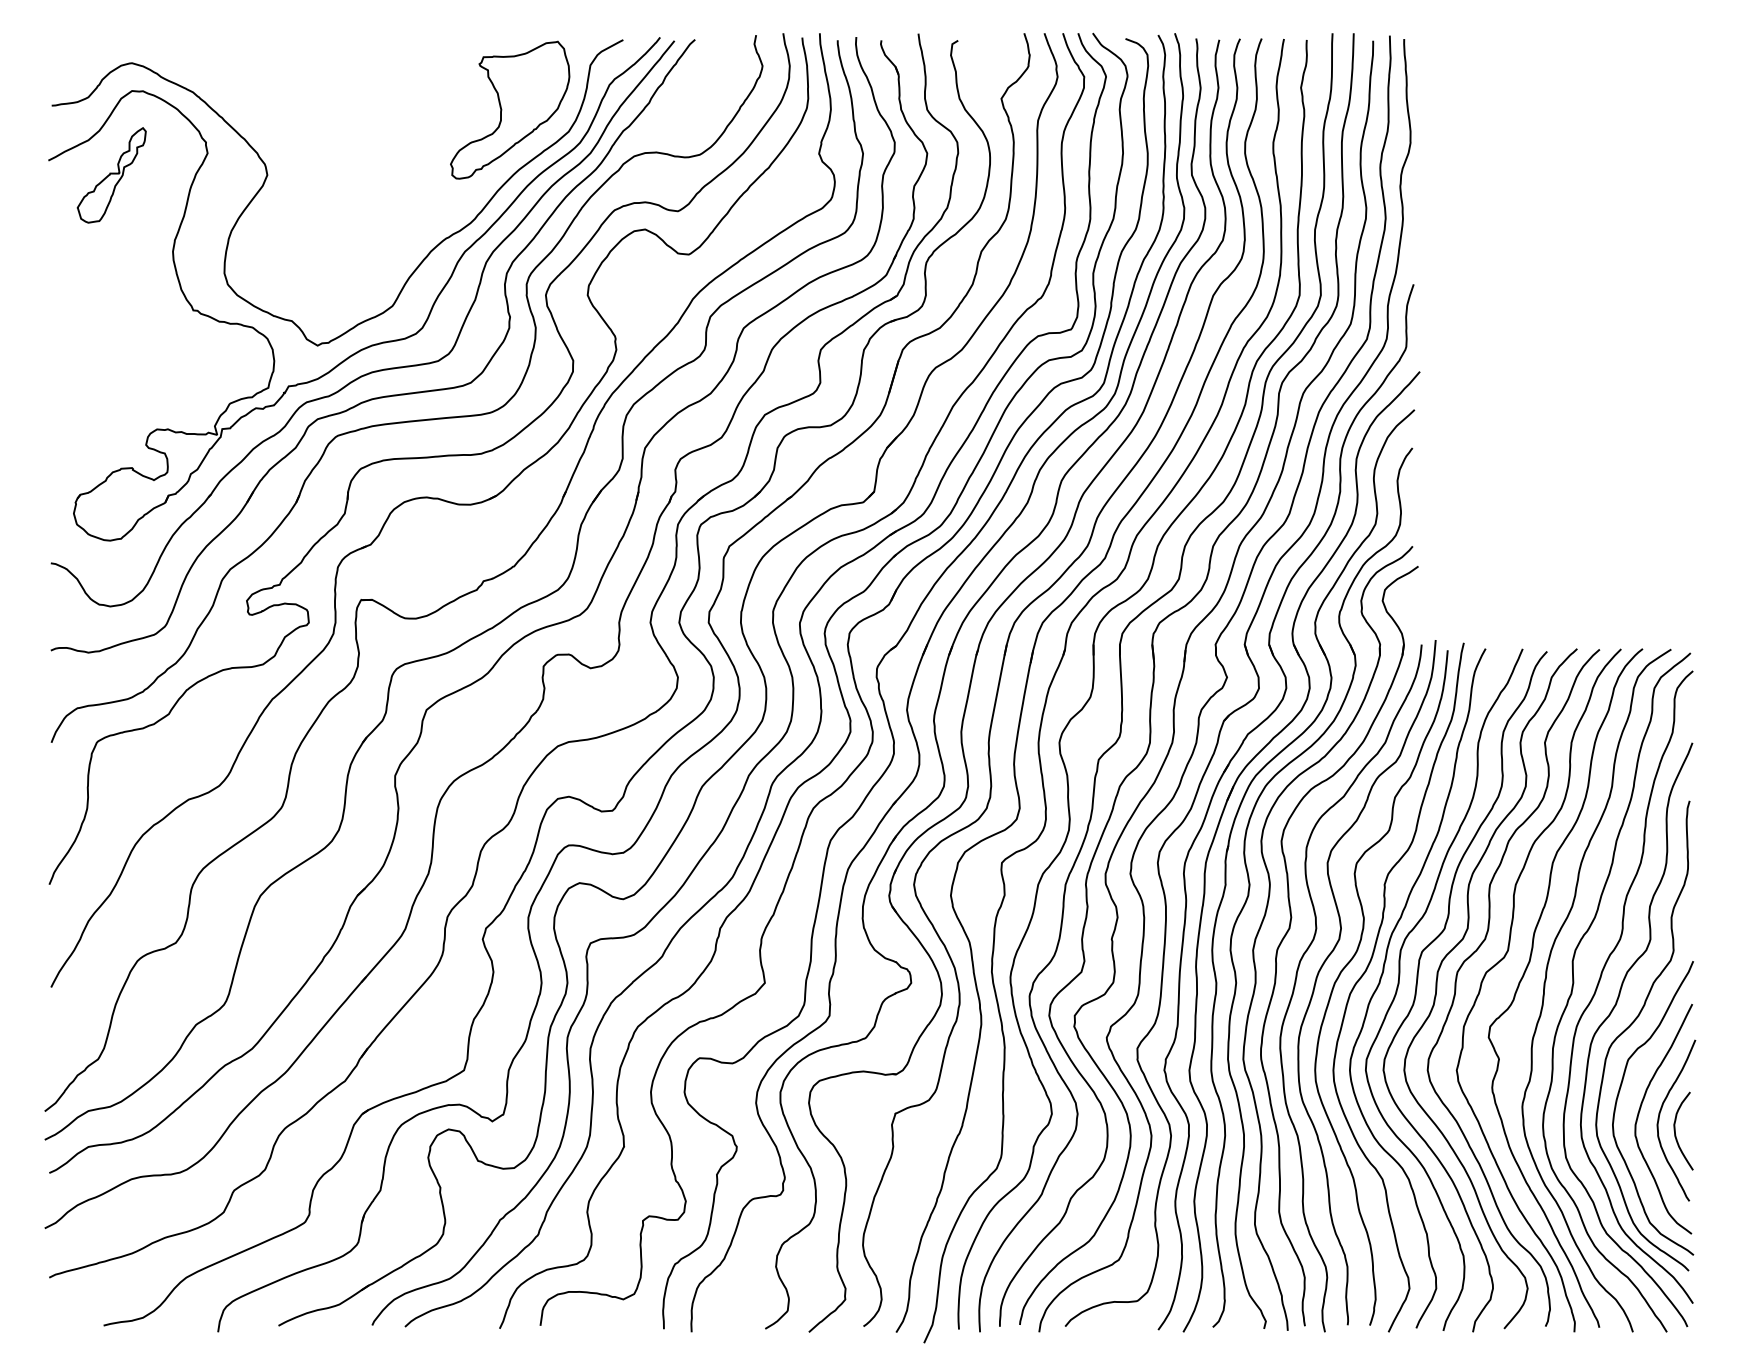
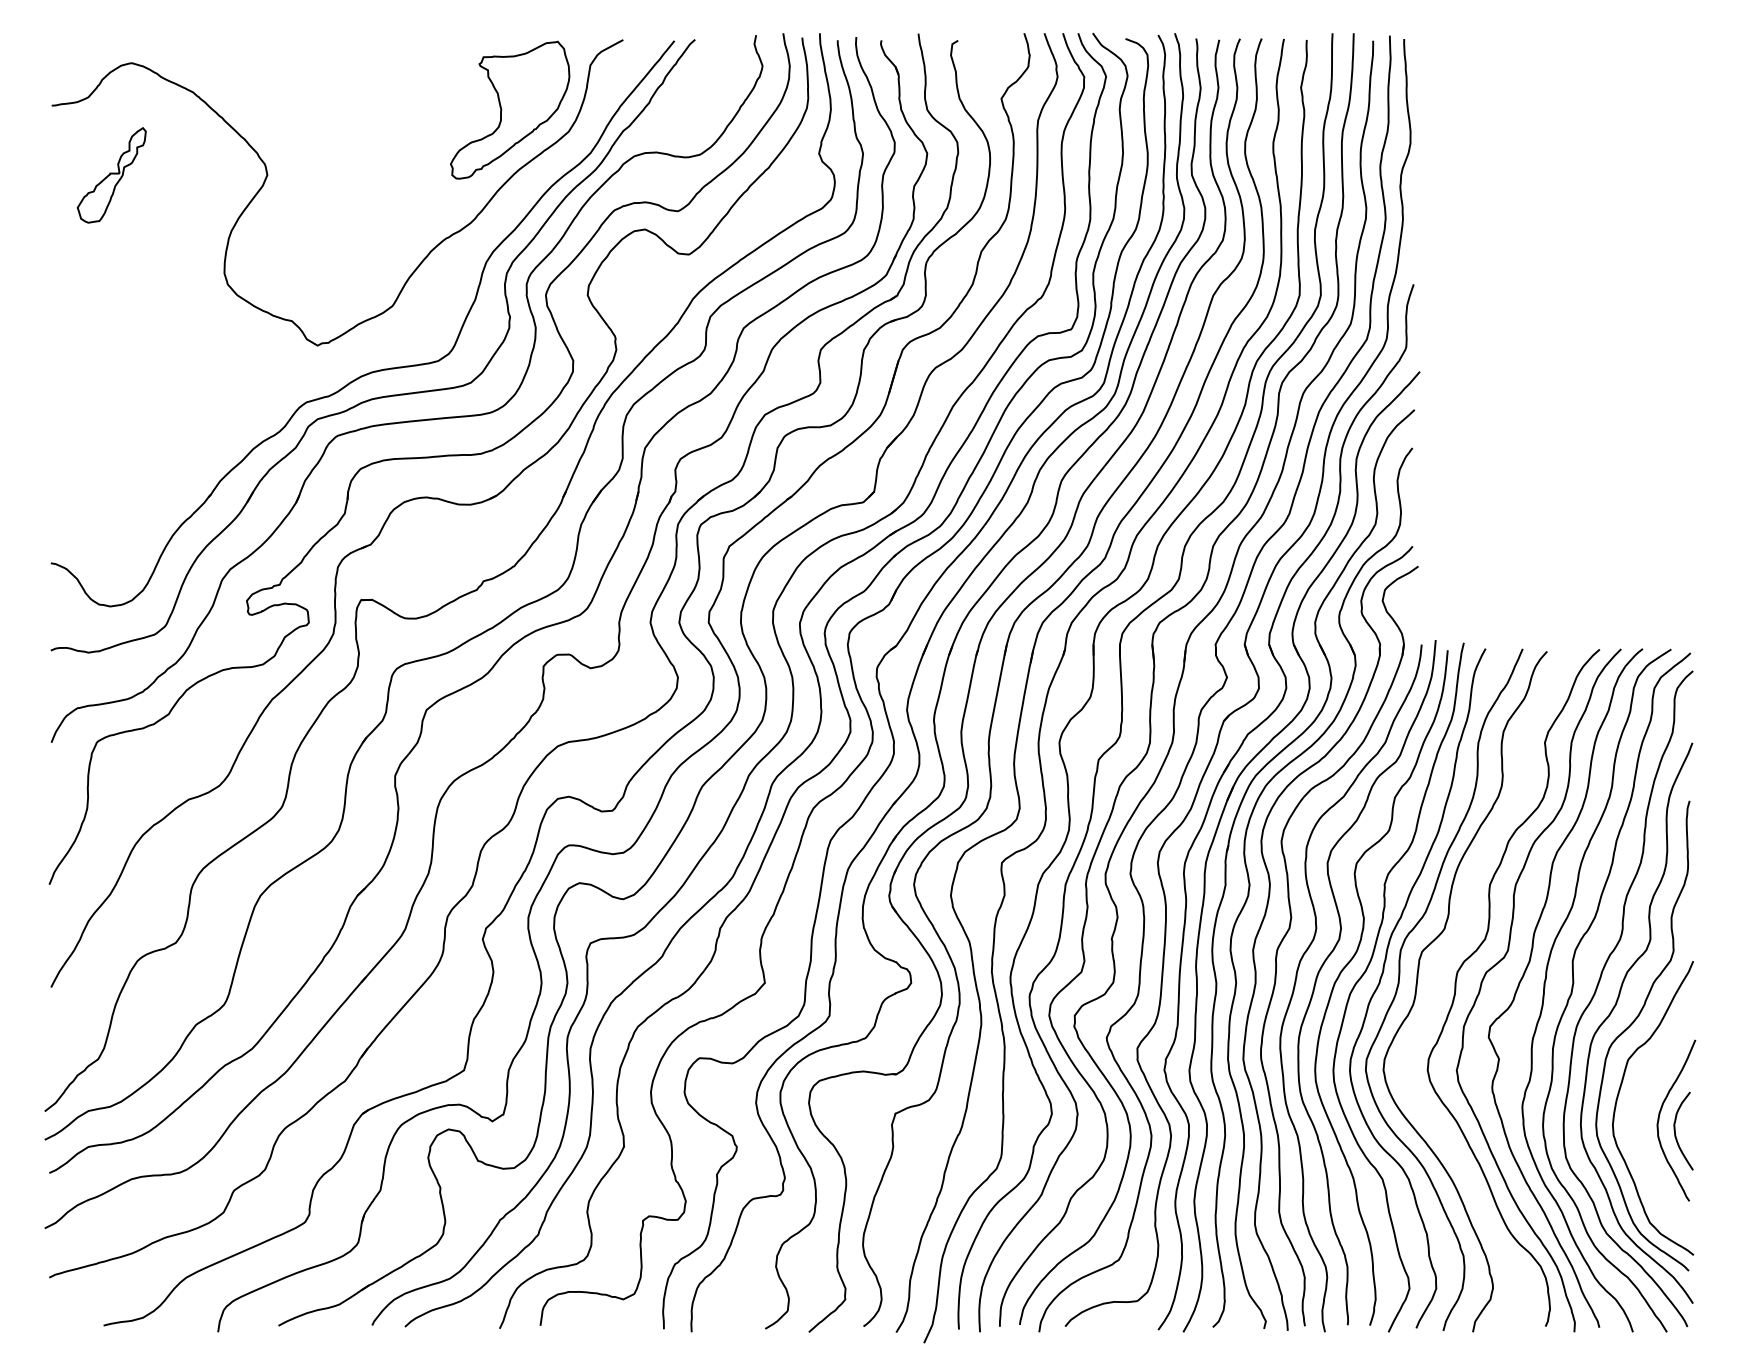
part at (371, 344): present -> none
curve at (1437, 988): present -> none
curve at (1640, 1111): present -> none
